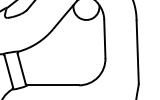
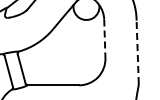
line at (104, 39): solid -> dashed
line at (137, 52): solid -> dashed
